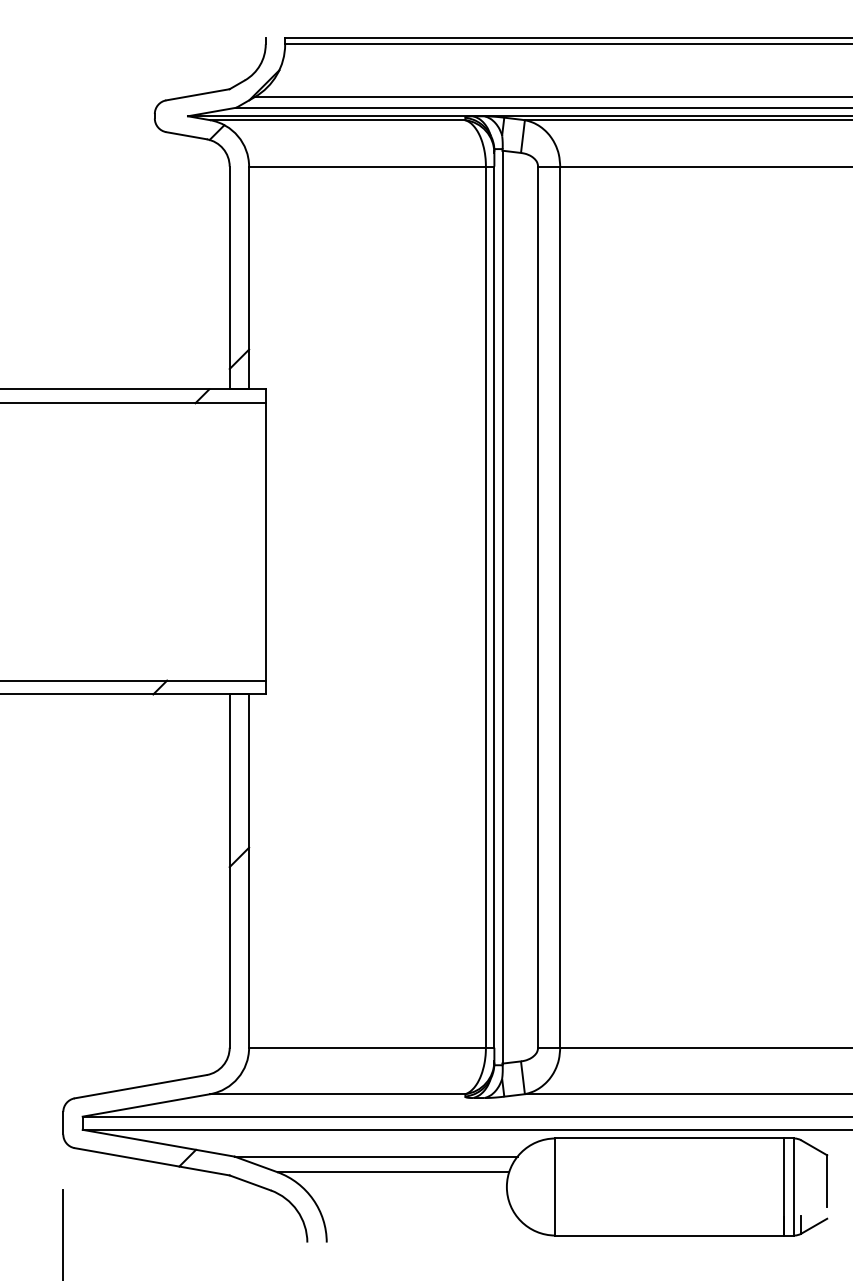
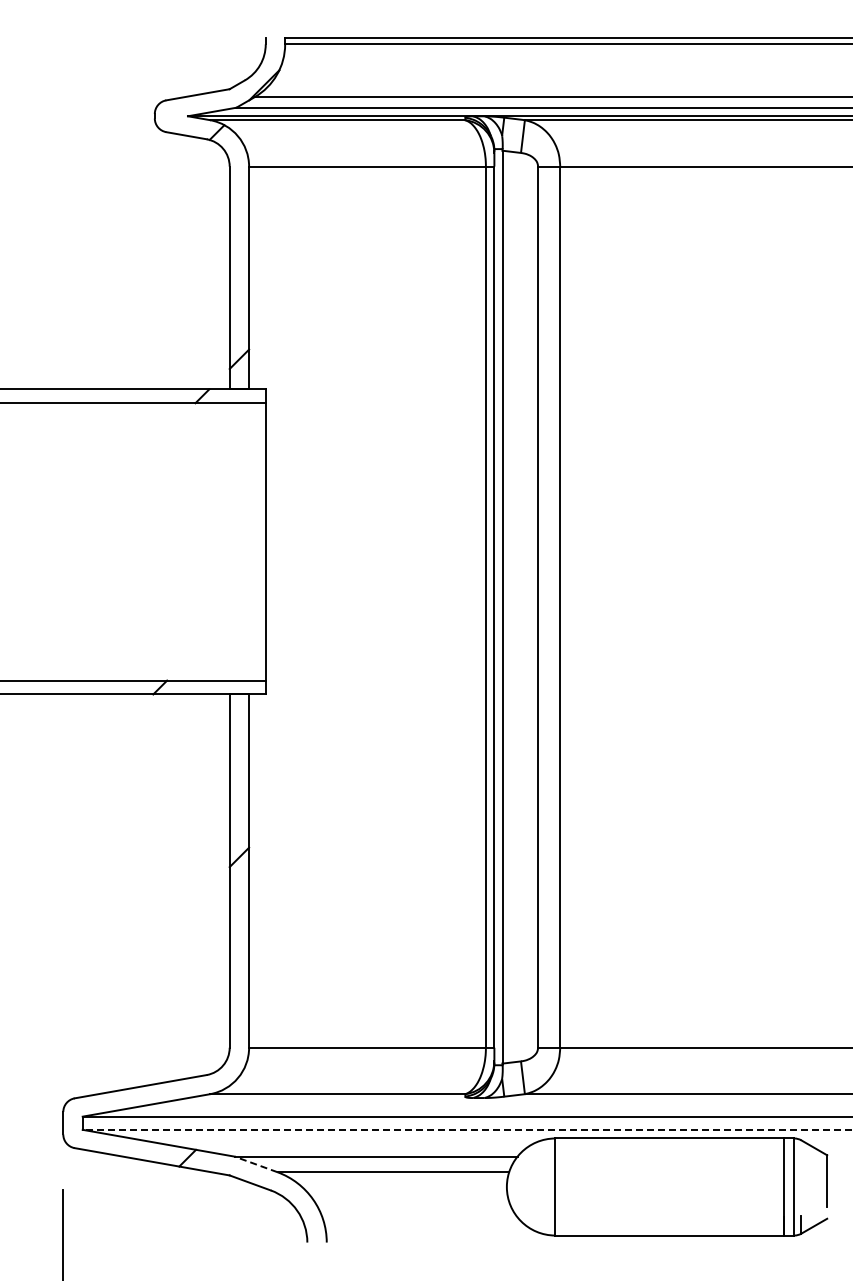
line at (467, 1129): solid -> dashed
line at (256, 1164): solid -> dashed
